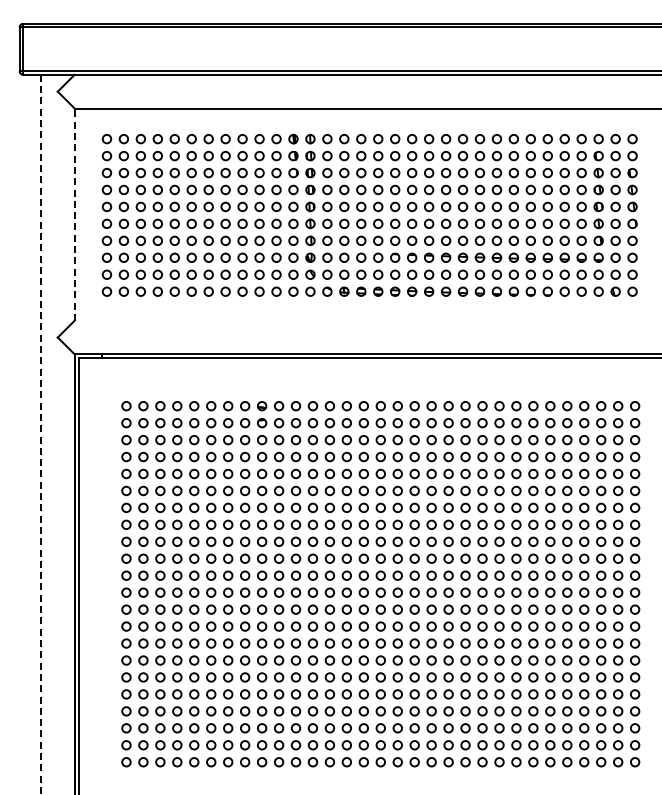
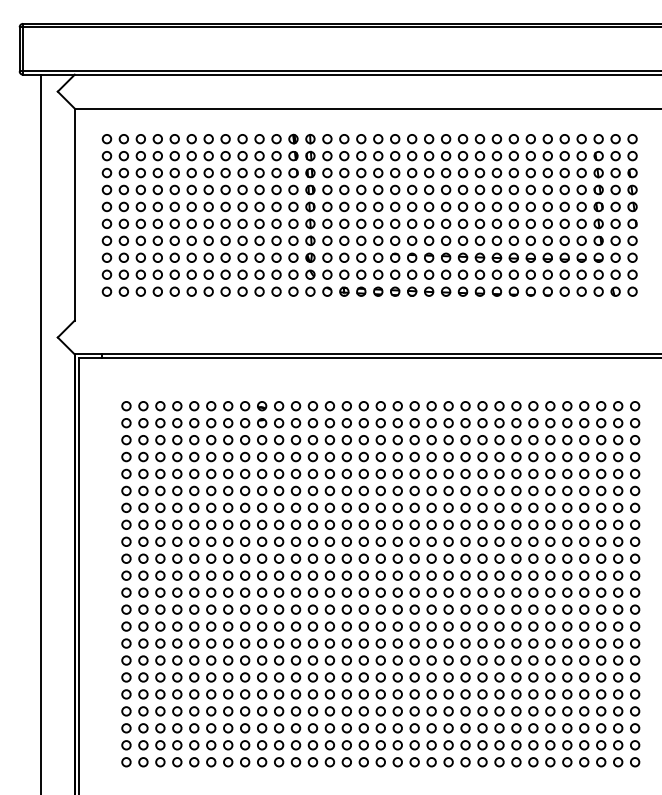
line at (74, 214): dashed -> solid
line at (40, 434): dashed -> solid
